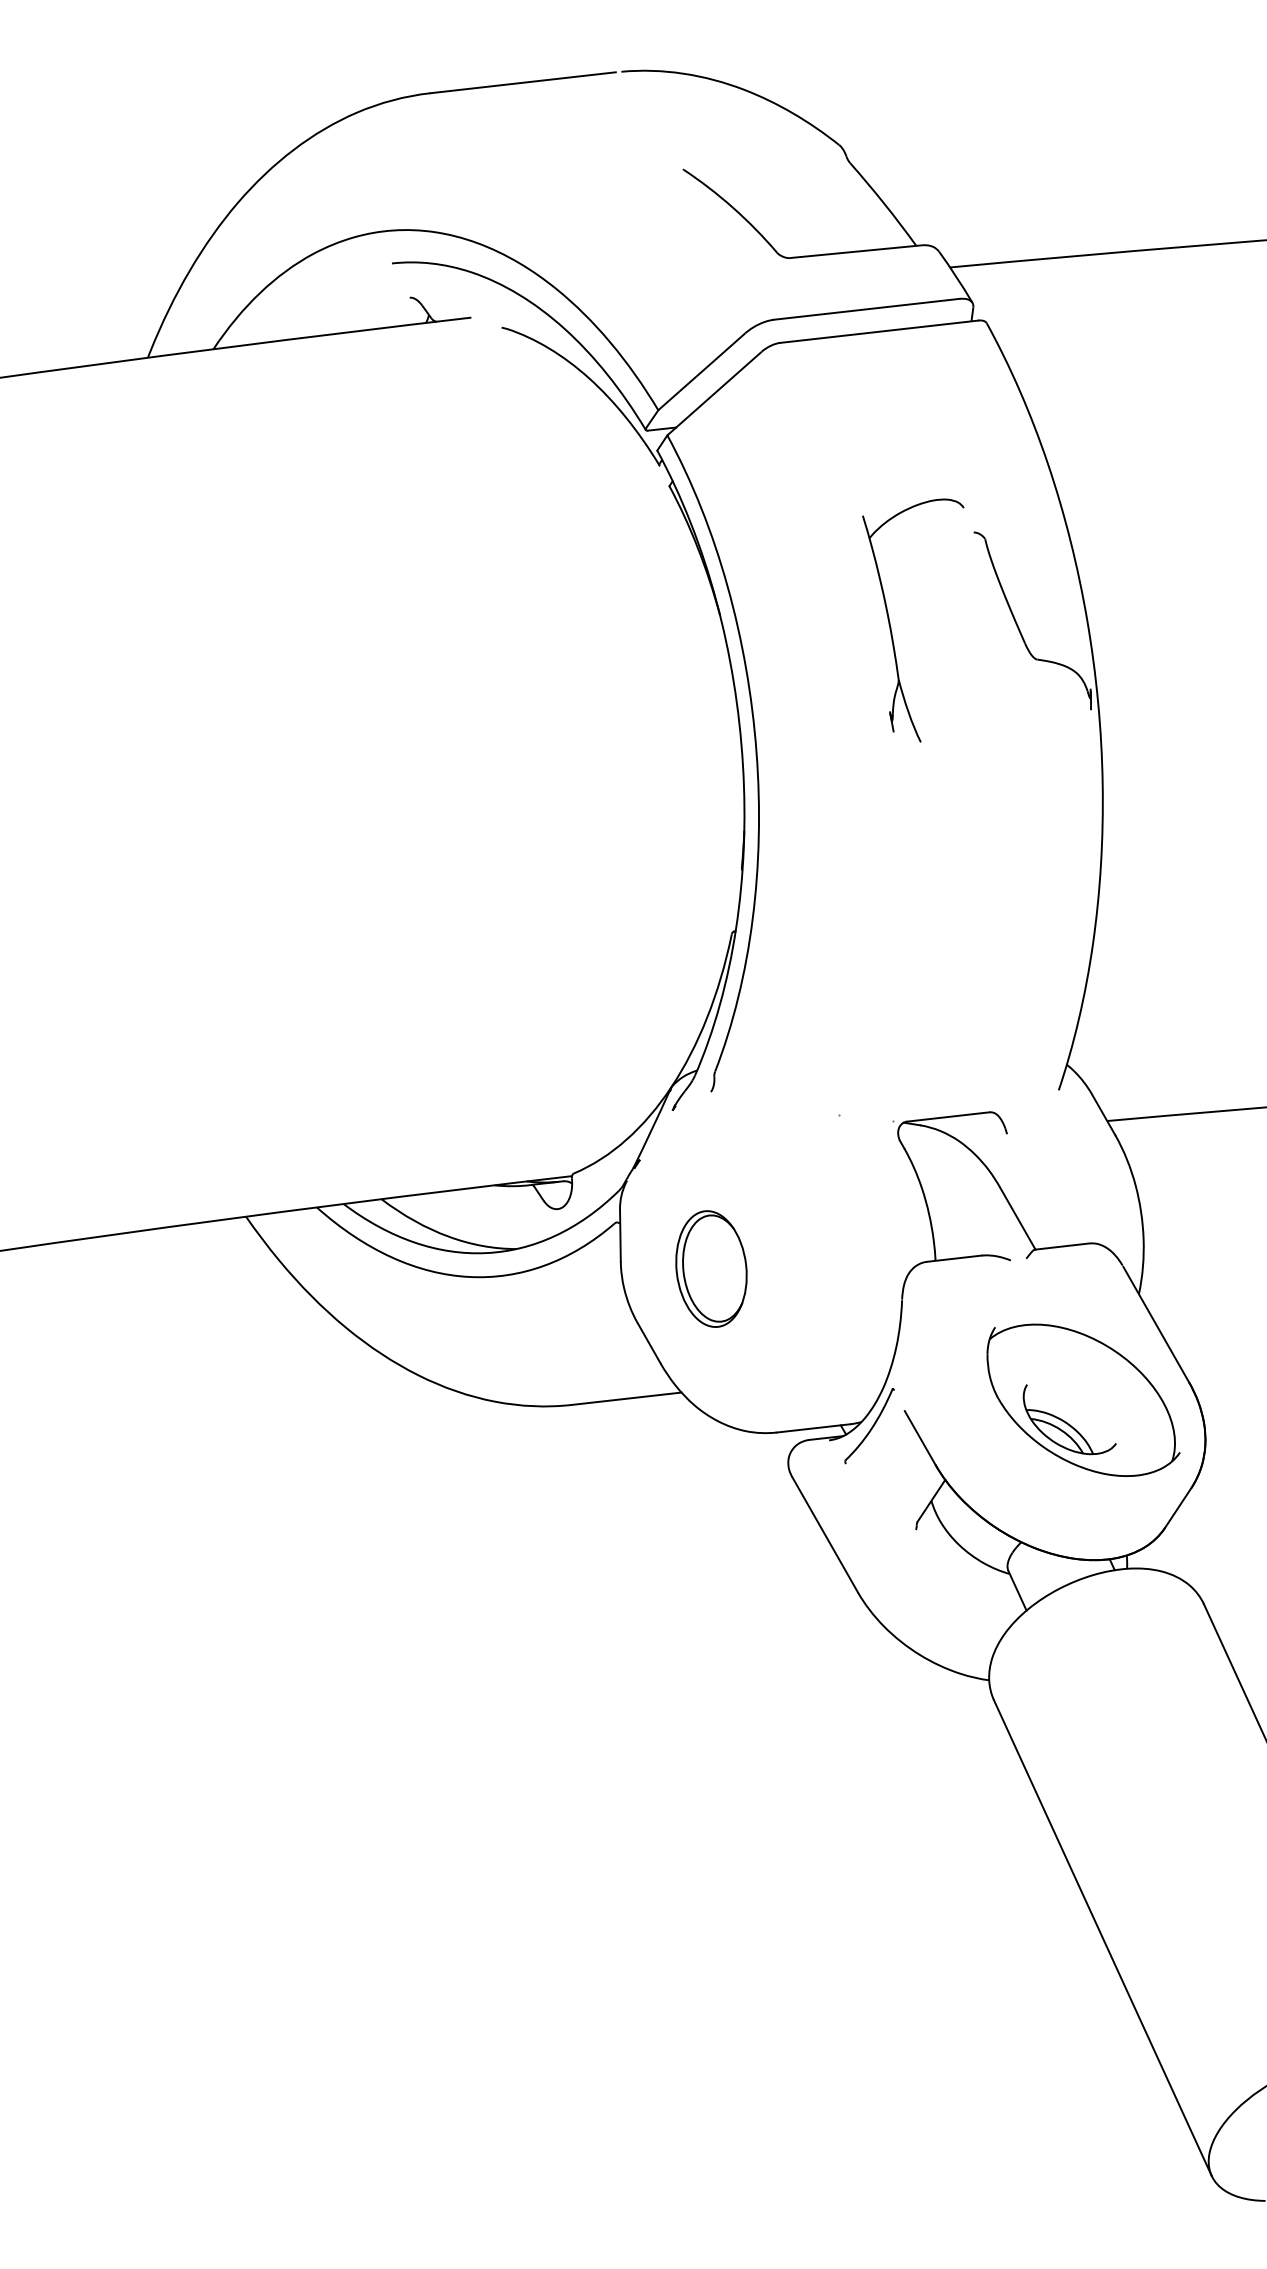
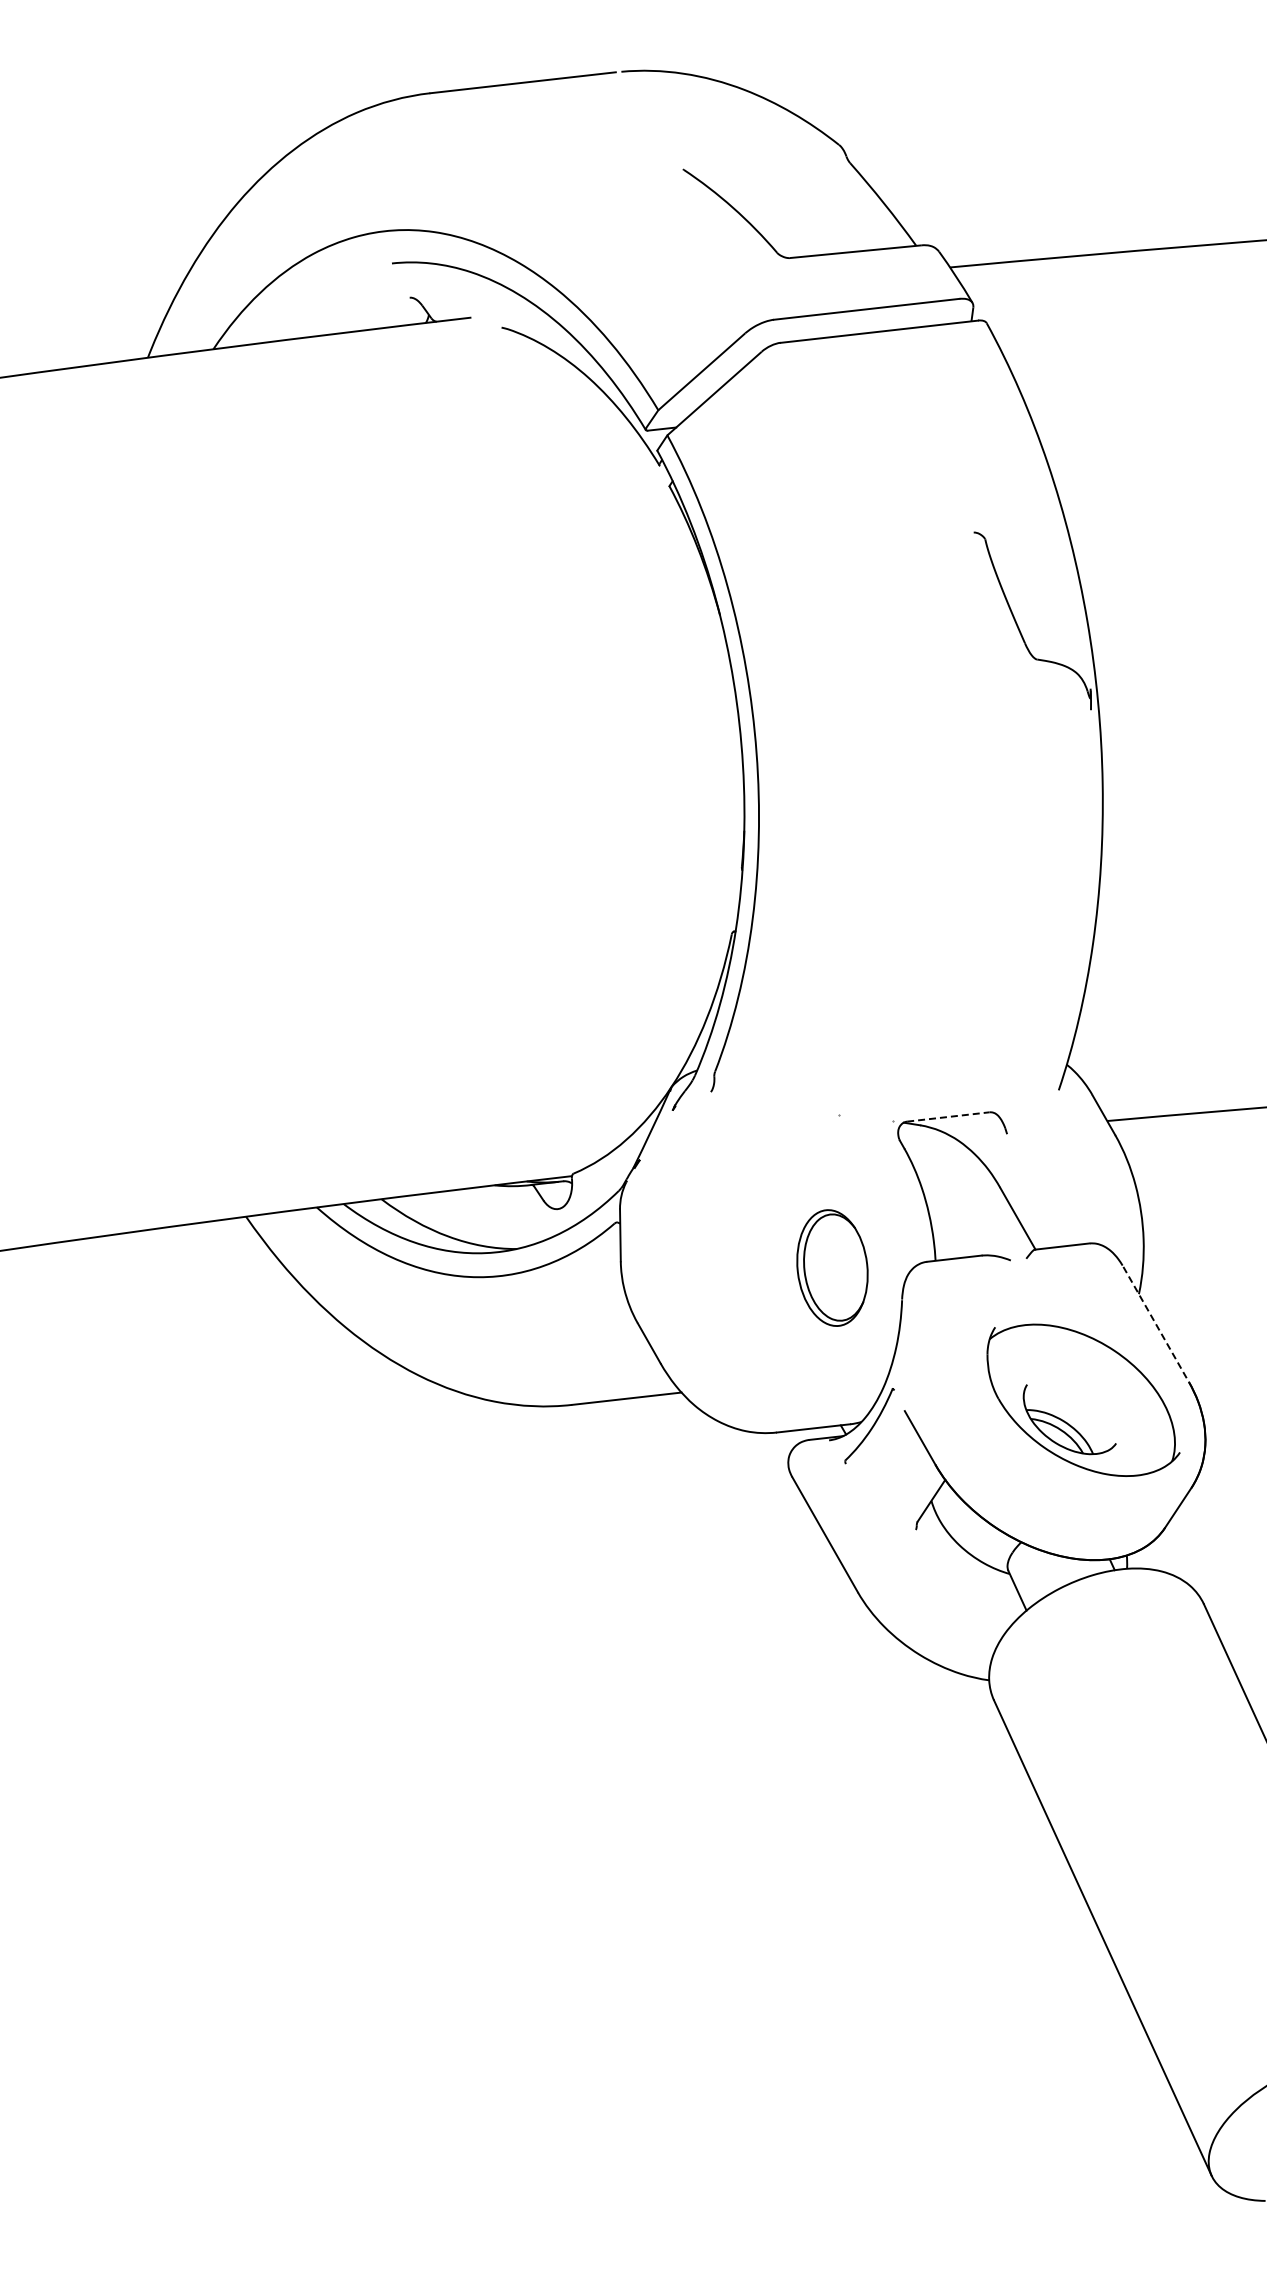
part at (890, 622): present -> none
line at (948, 1116): solid -> dashed
part at (711, 1268) position: (711, 1268) -> (832, 1267)
line at (1156, 1324): solid -> dashed
